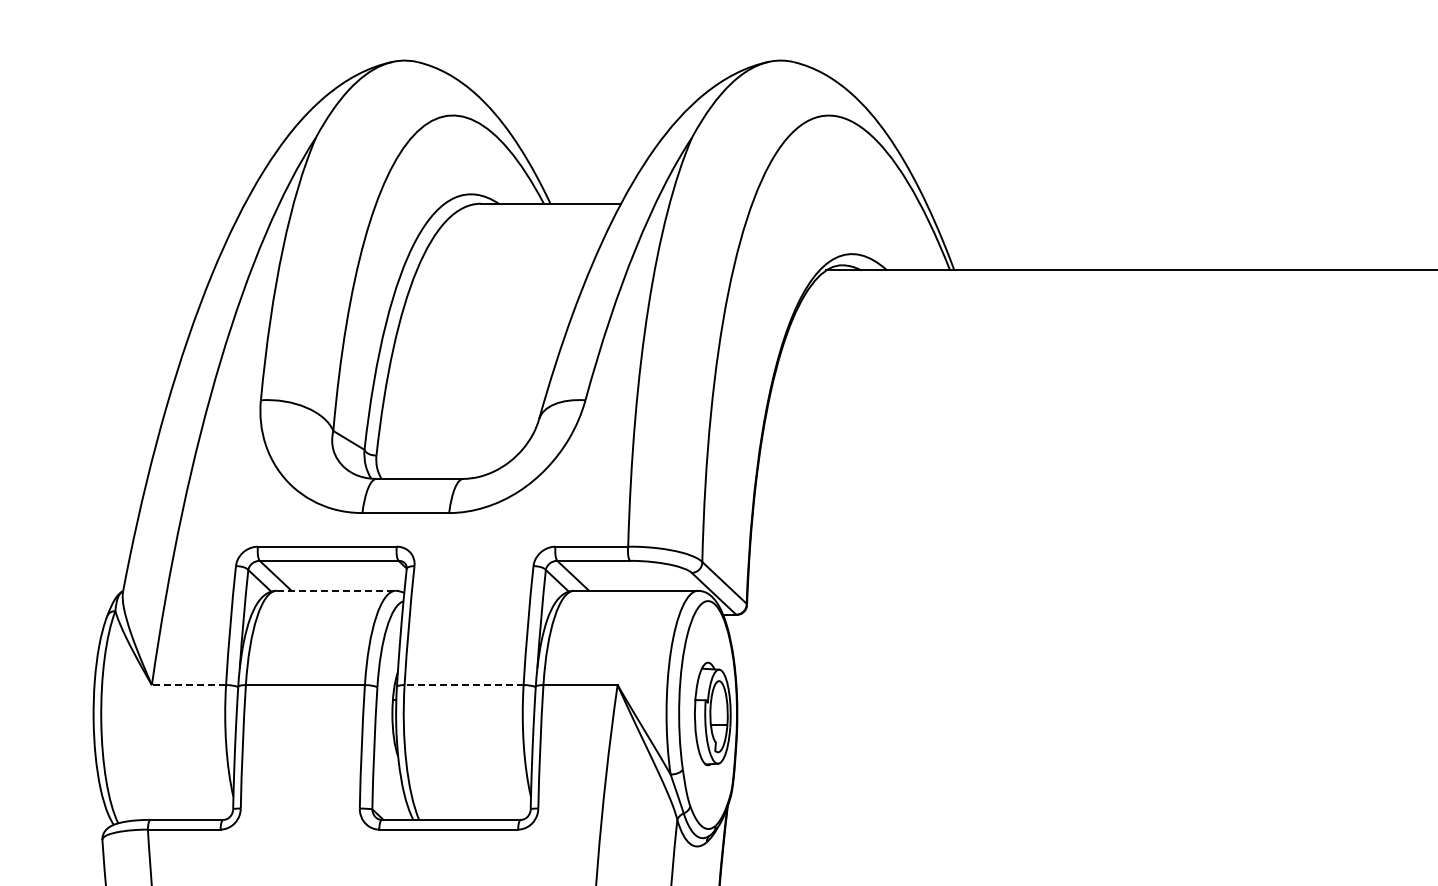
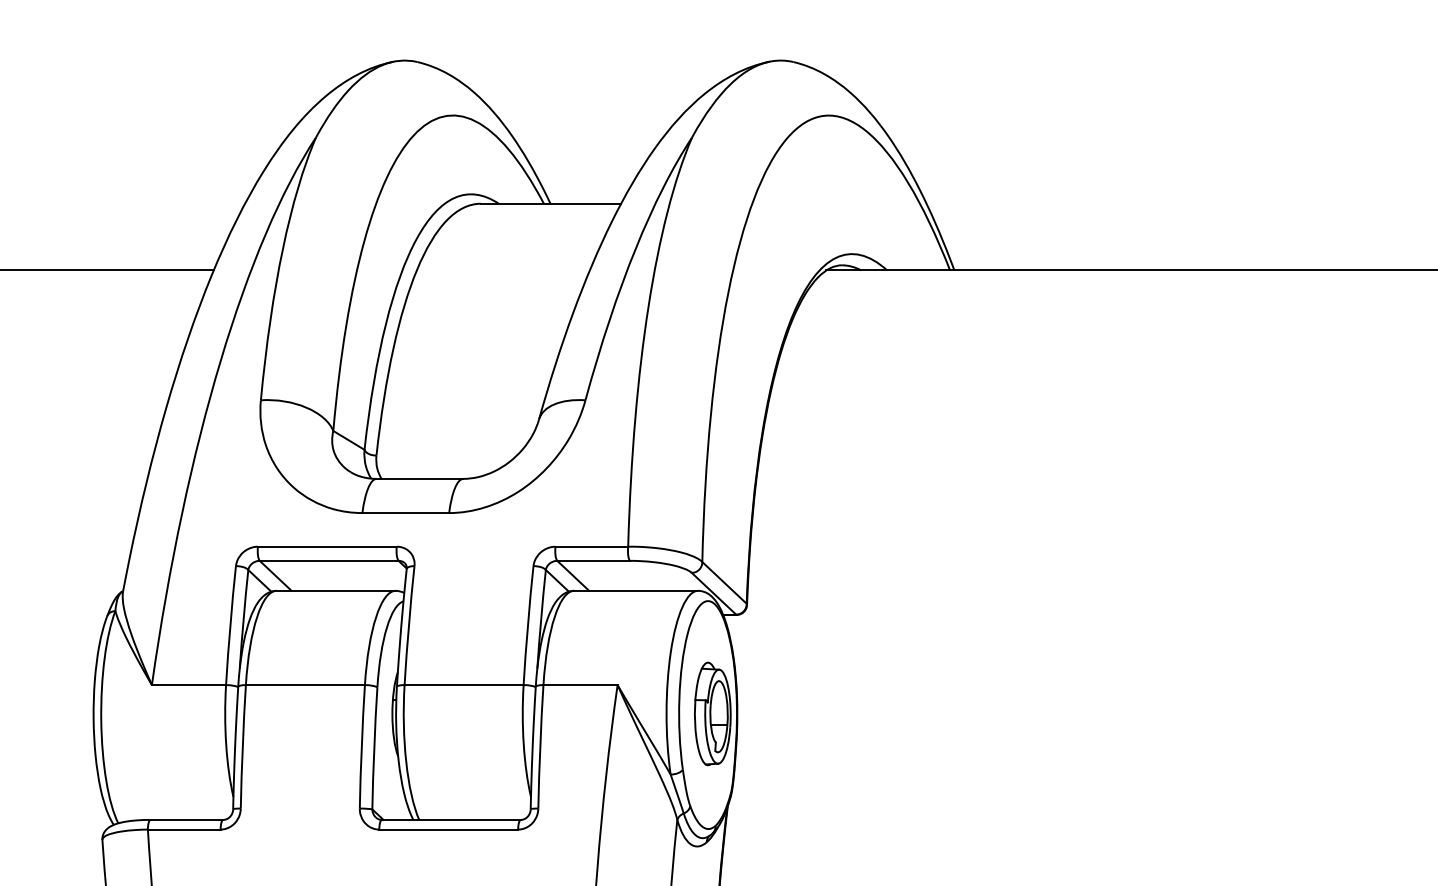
line at (107, 270): none -> present
line at (336, 590): dashed -> solid
line at (188, 685): dashed -> solid
line at (464, 685): dashed -> solid
